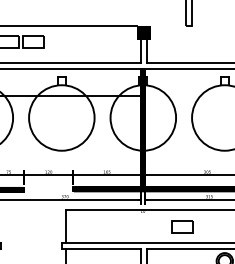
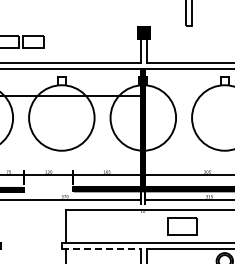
line at (69, 25): present -> none
part at (182, 226) size: 23x14 px -> 31x19 px
line at (101, 249): solid -> dashed
